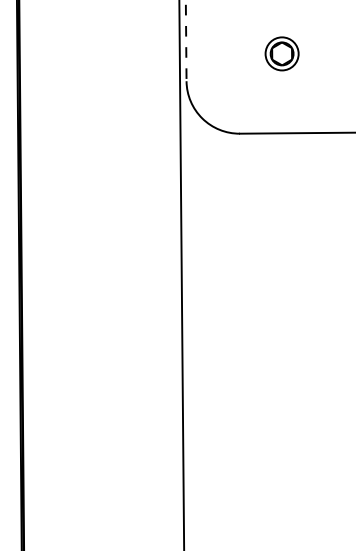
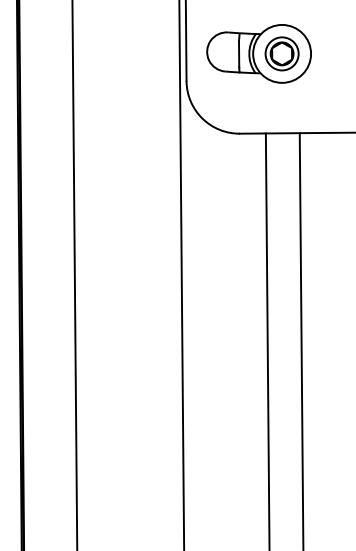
line at (186, 41): dashed -> solid
part at (258, 53): none -> present
line at (74, 274): none -> present
line at (267, 340): none -> present
line at (301, 340): none -> present
